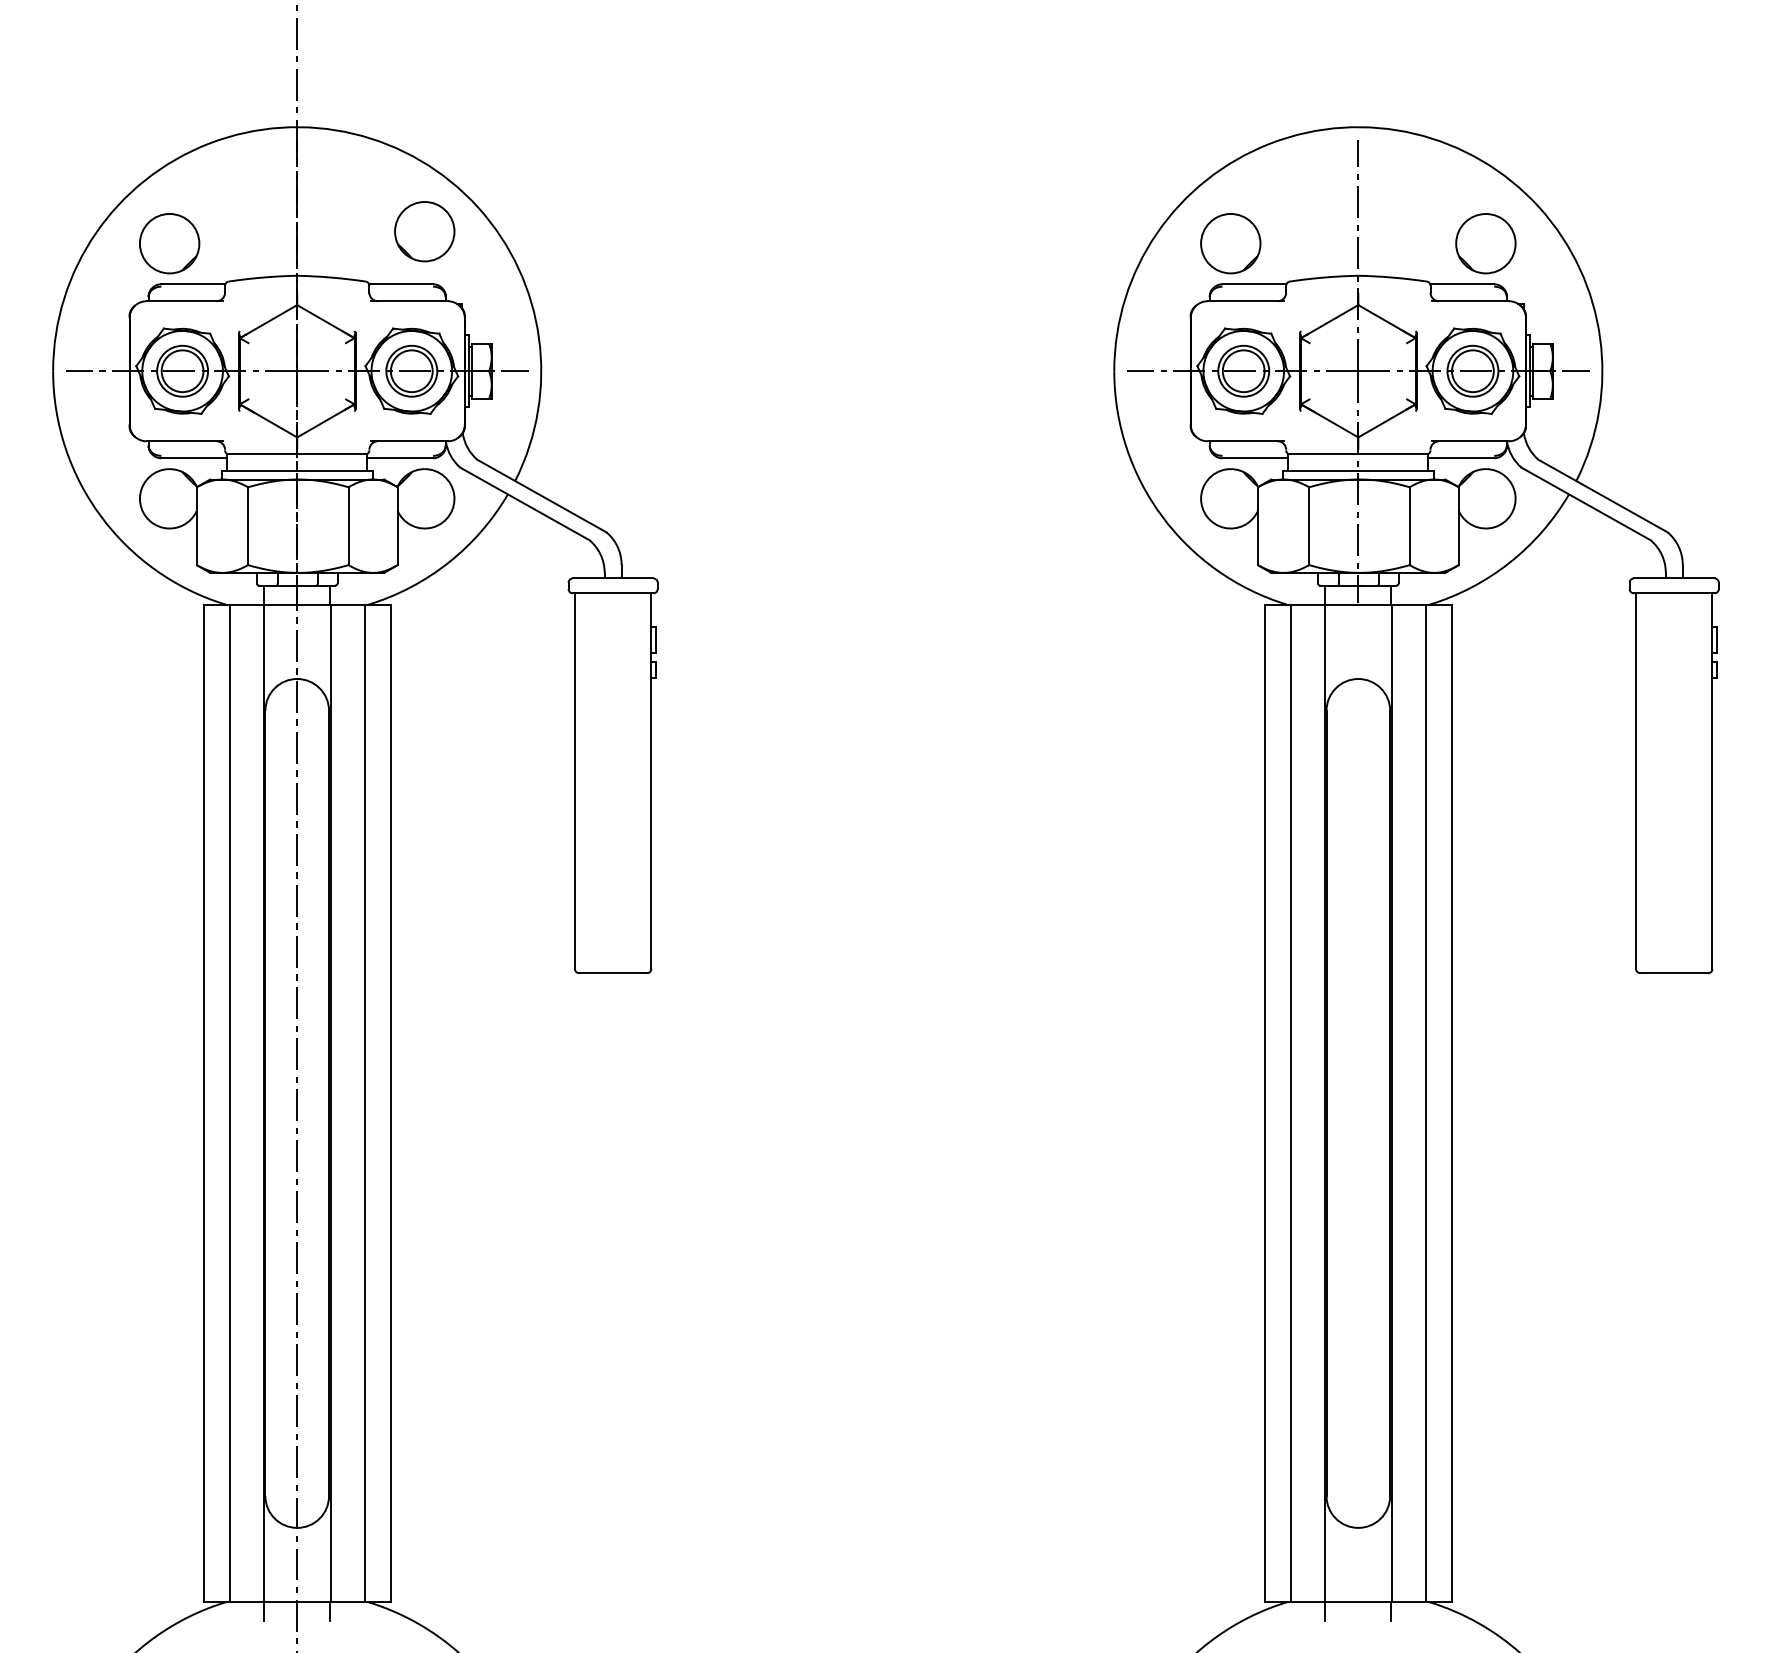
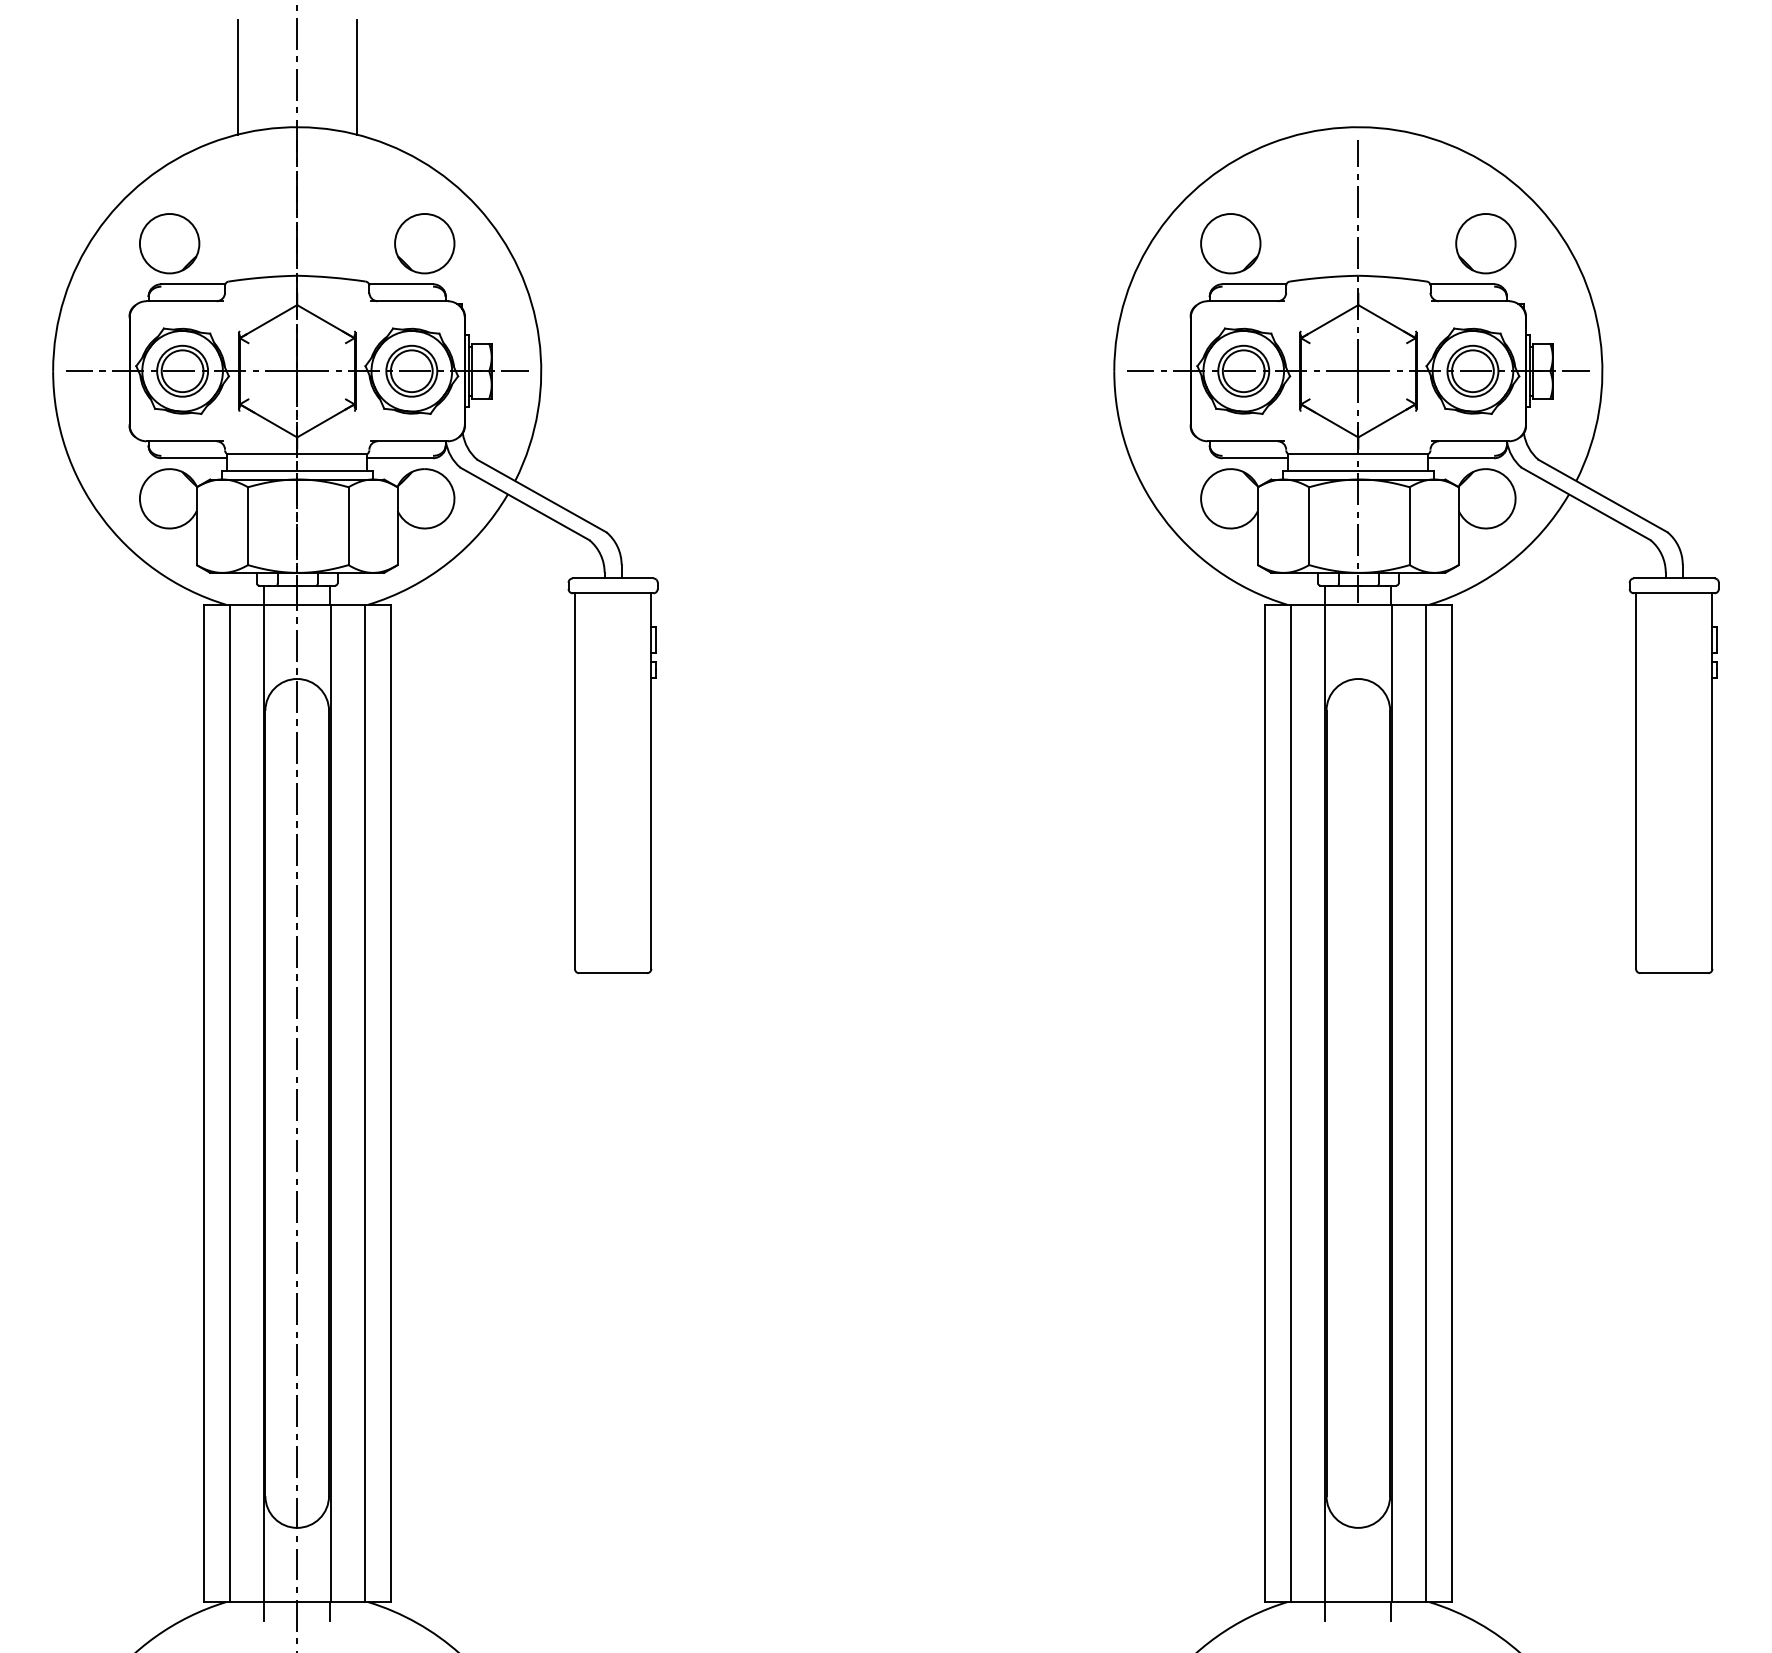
line at (237, 76): none -> present
line at (356, 76): none -> present
circle at (424, 231) position: (424, 231) -> (424, 243)
